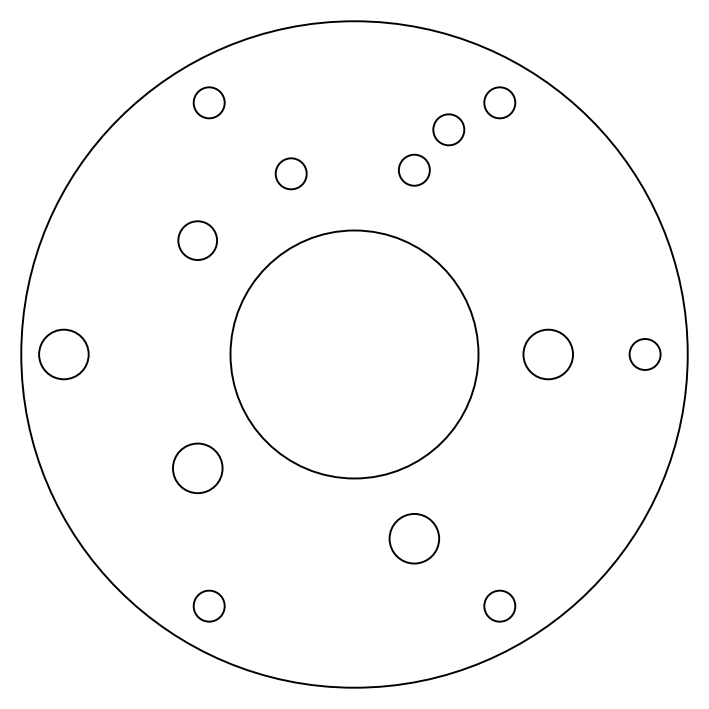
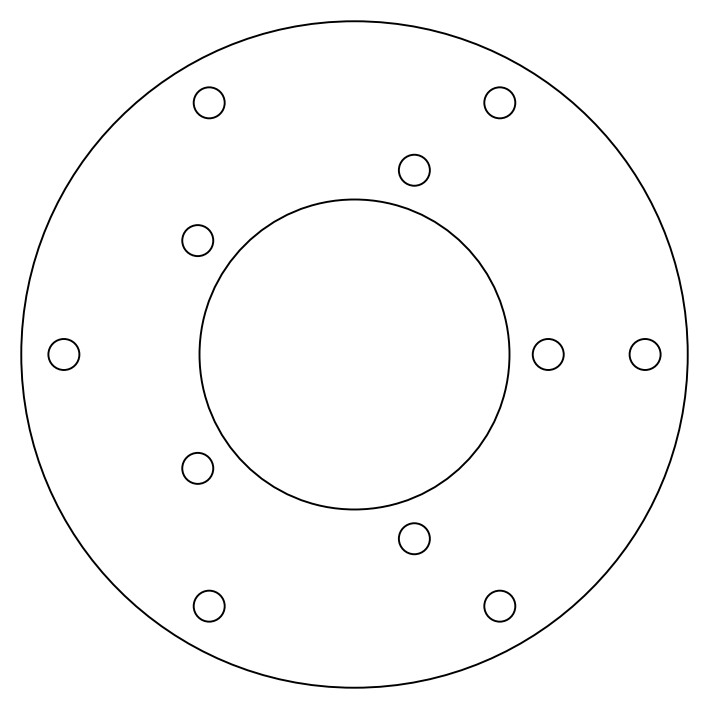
circle at (448, 129): present -> none
circle at (290, 173): present -> none
circle at (197, 240) size: 41x41 px -> 34x33 px
circle at (63, 354) diameter: 50 px -> 31 px
circle at (354, 354) diameter: 248 px -> 310 px
circle at (548, 354) diameter: 50 px -> 31 px
circle at (197, 468) diameter: 50 px -> 31 px
circle at (414, 538) diameter: 50 px -> 31 px
